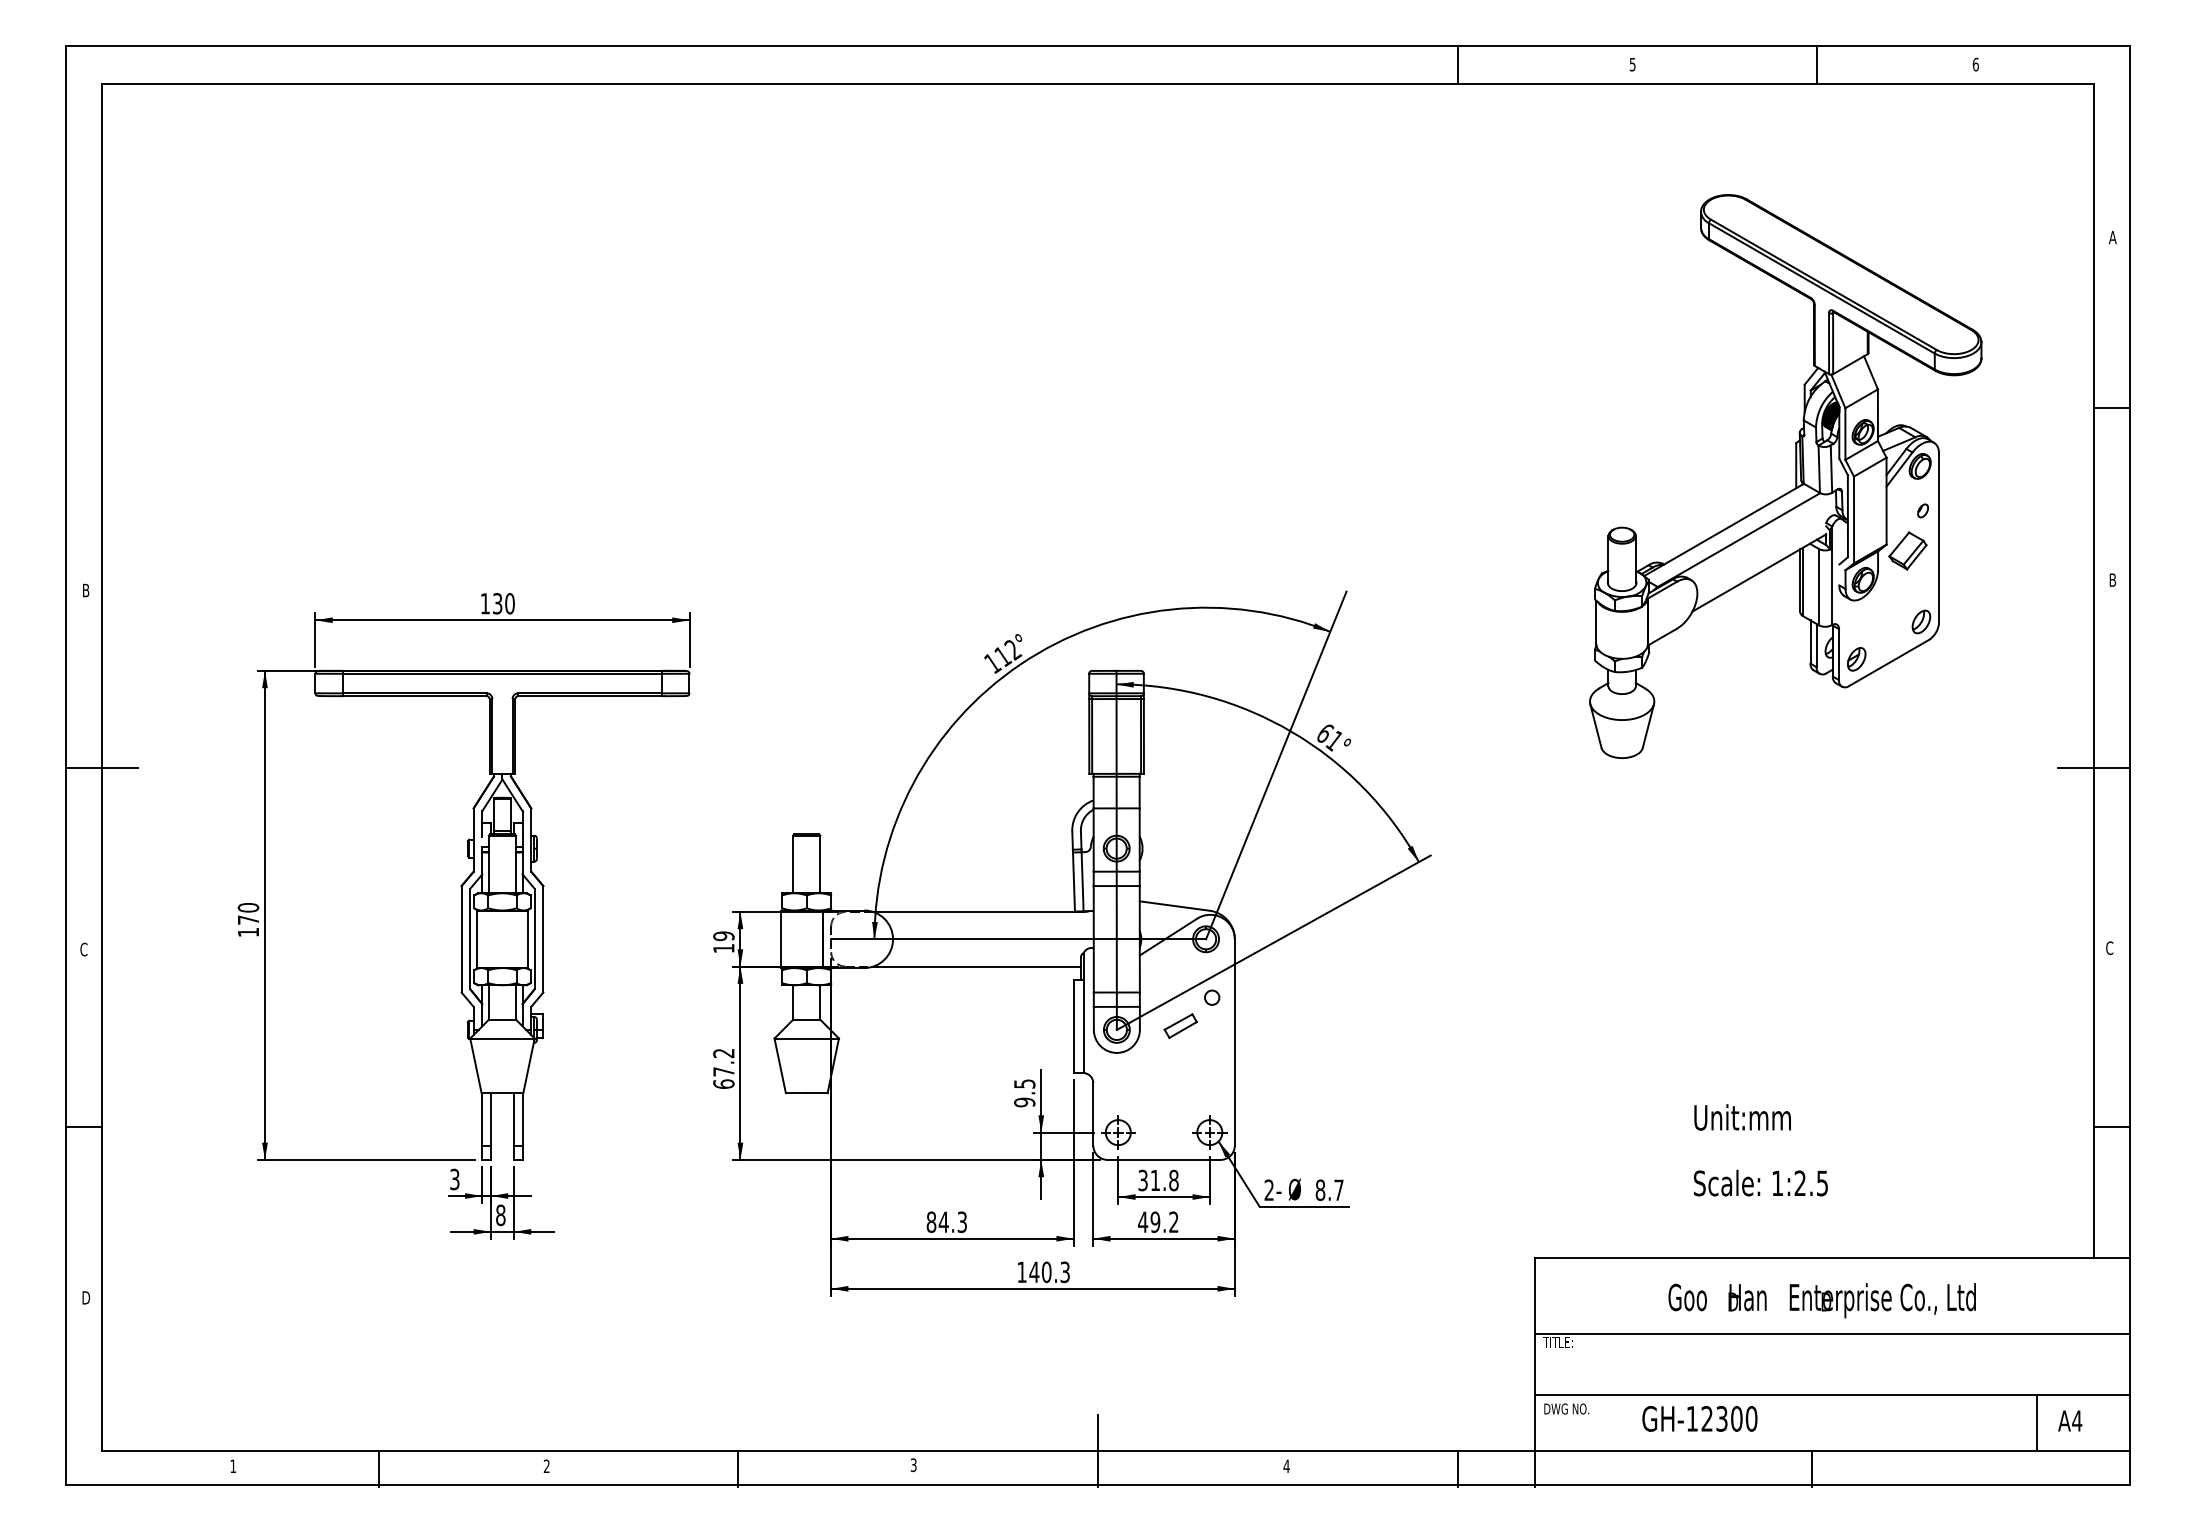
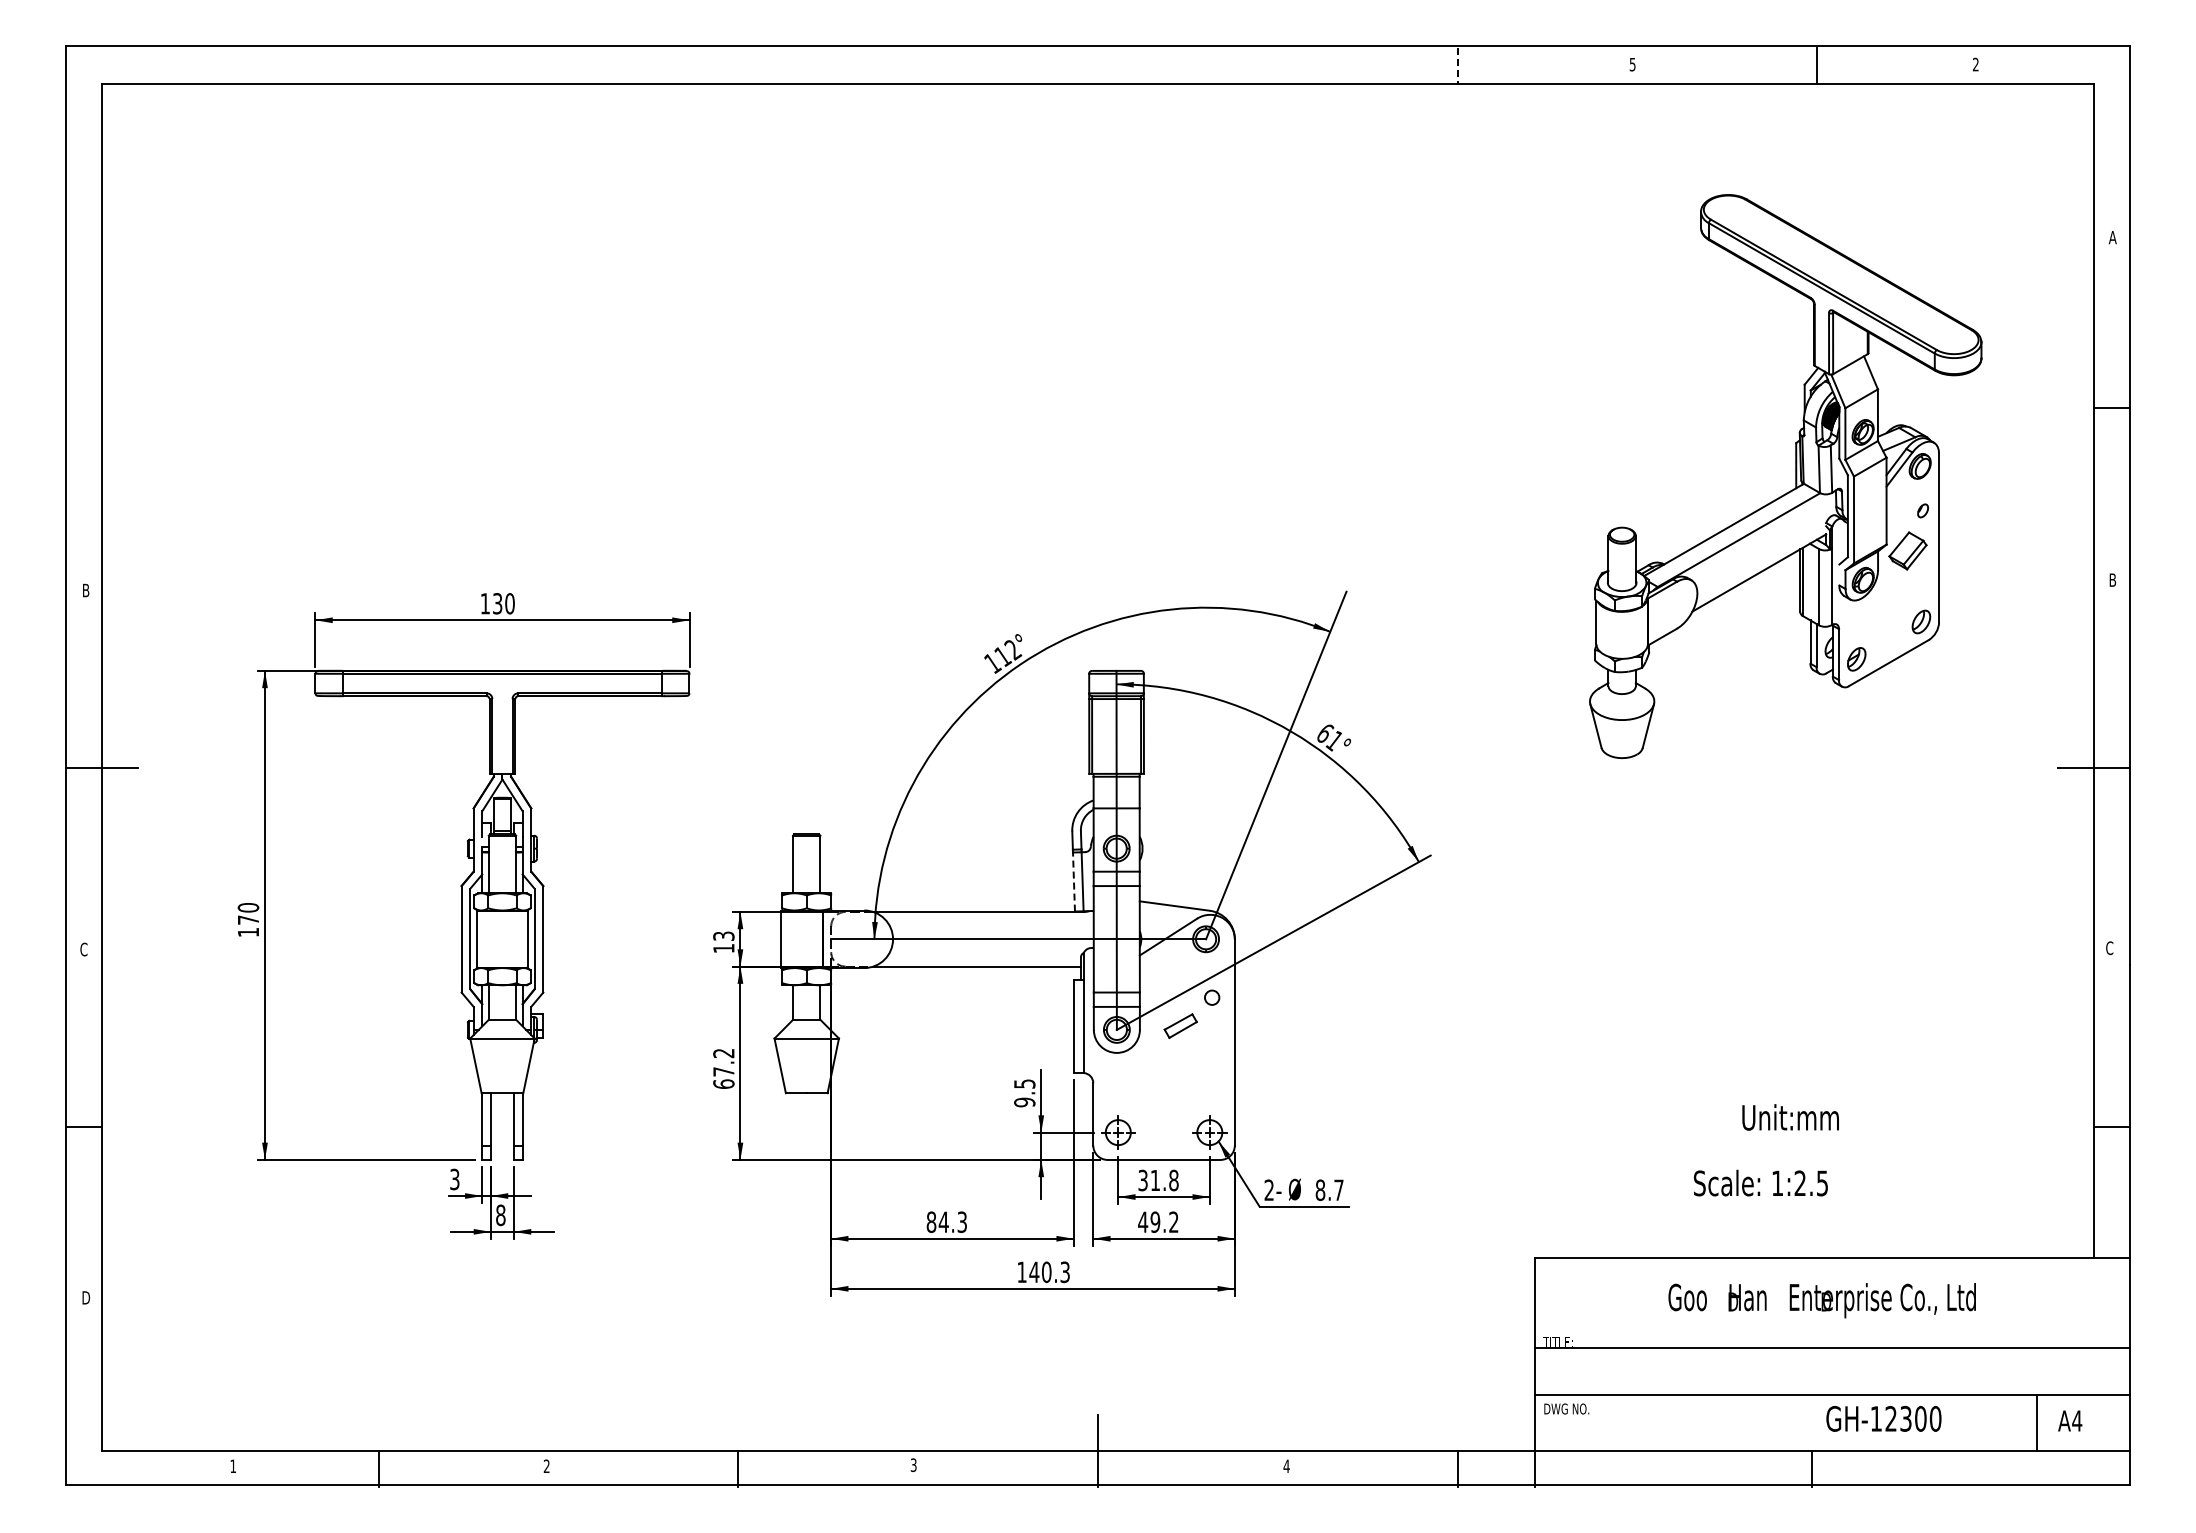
text at (1975, 64): 6 -> 2
line at (1457, 66): solid -> dashed
line at (1073, 881): solid -> dashed
text at (723, 936): 19 -> 13
text at (1742, 1117) position: (1742, 1117) -> (1790, 1117)
line at (1832, 1334) position: (1832, 1334) -> (1832, 1348)
text at (1699, 1418) position: (1699, 1418) -> (1883, 1418)
